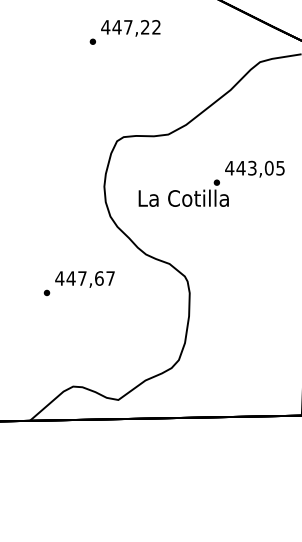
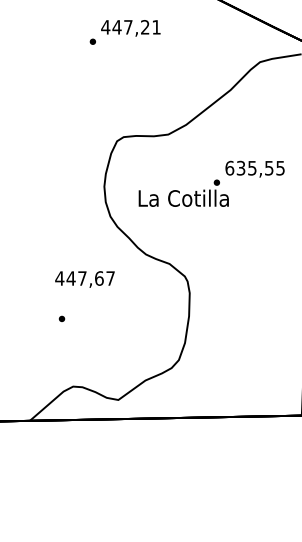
text at (156, 27): 447,22 -> 447,21
text at (249, 167): 443,05 -> 635,55
part at (46, 292) position: (46, 292) -> (61, 318)
